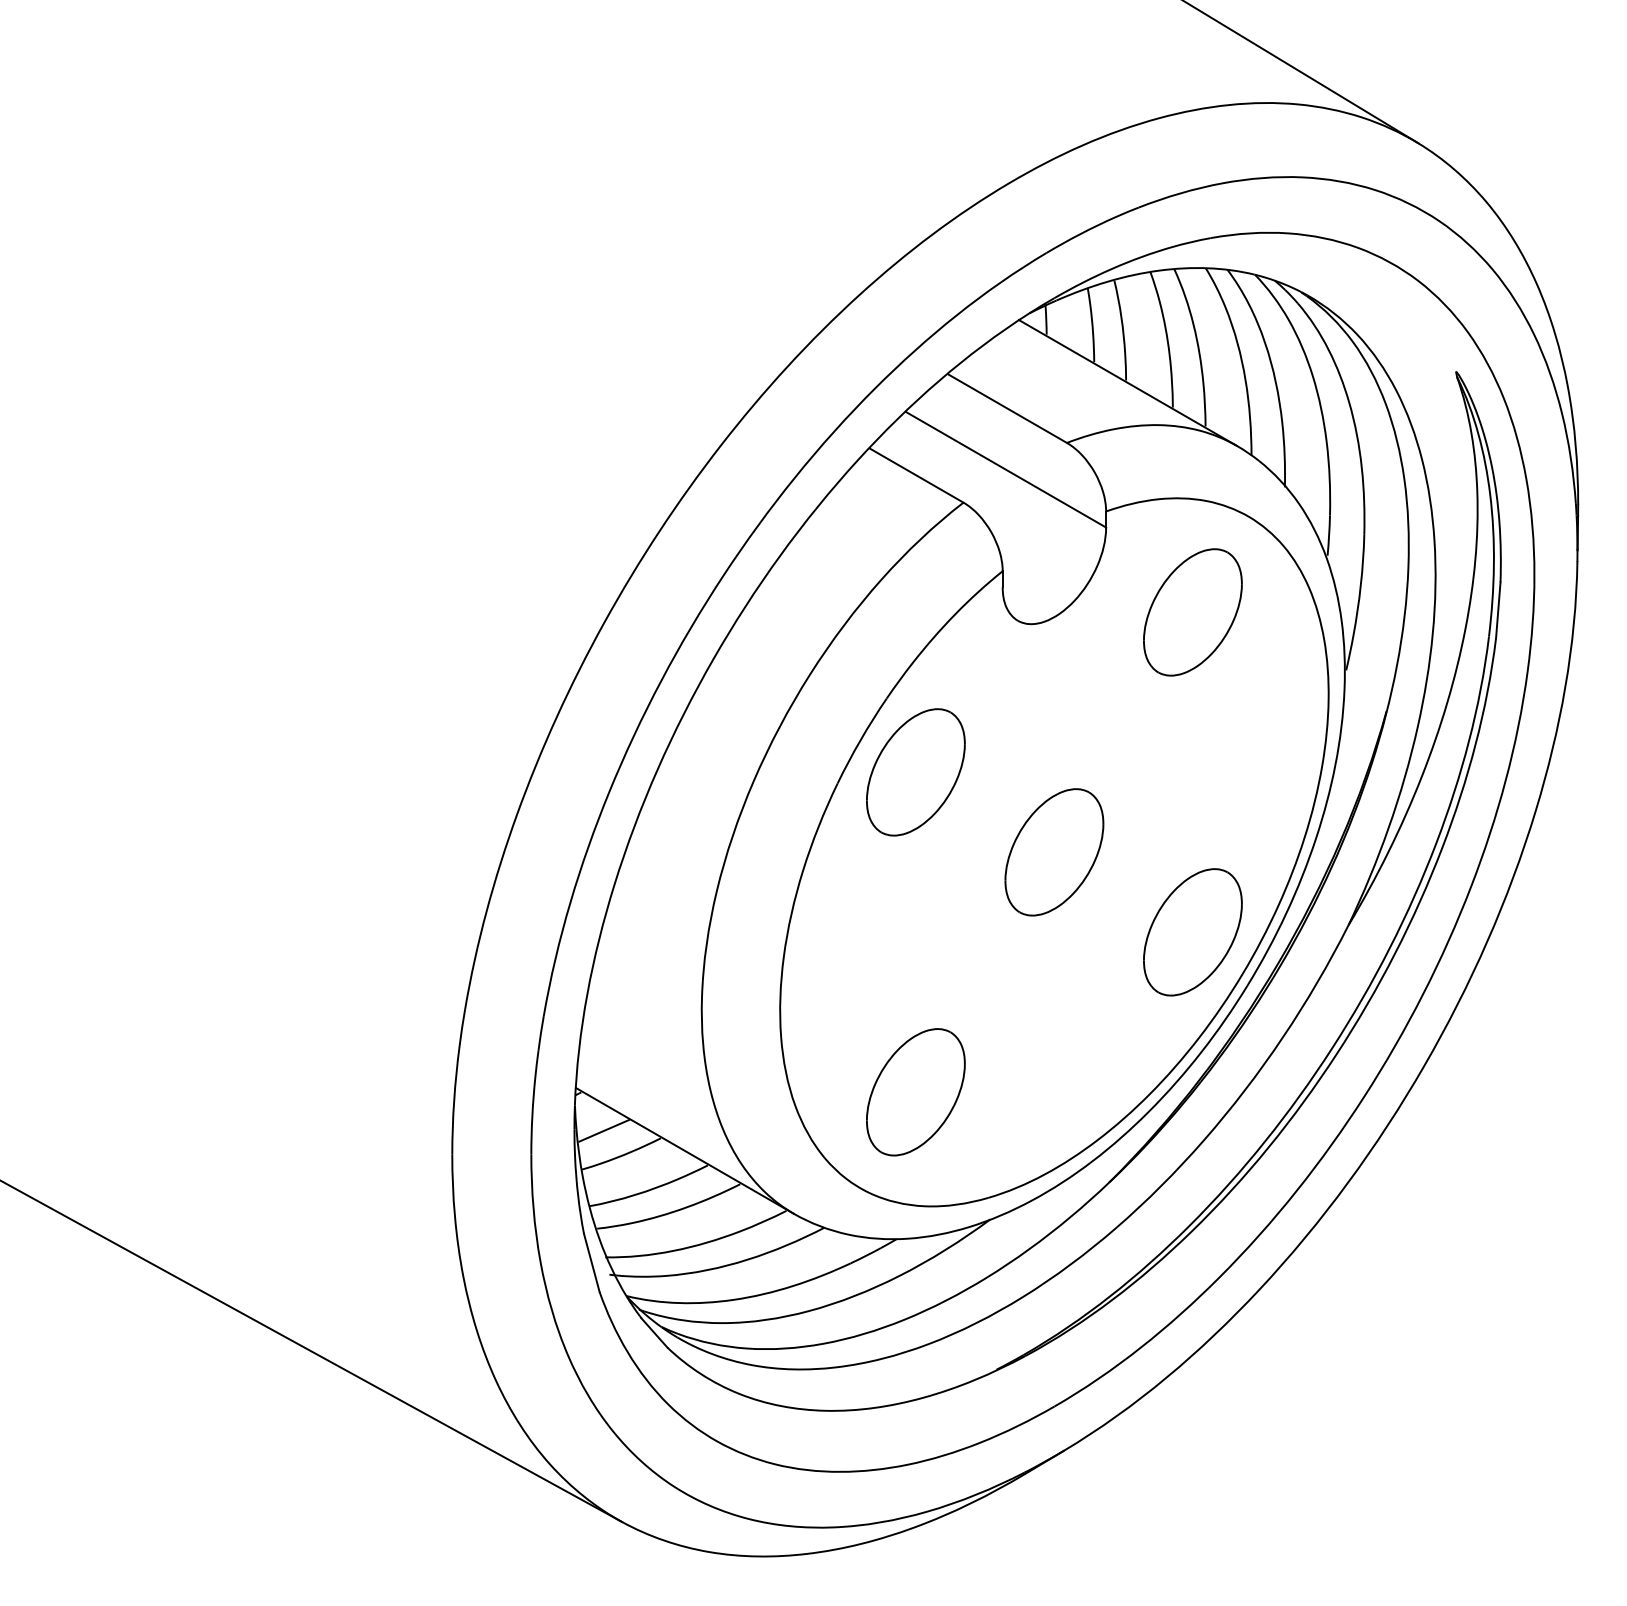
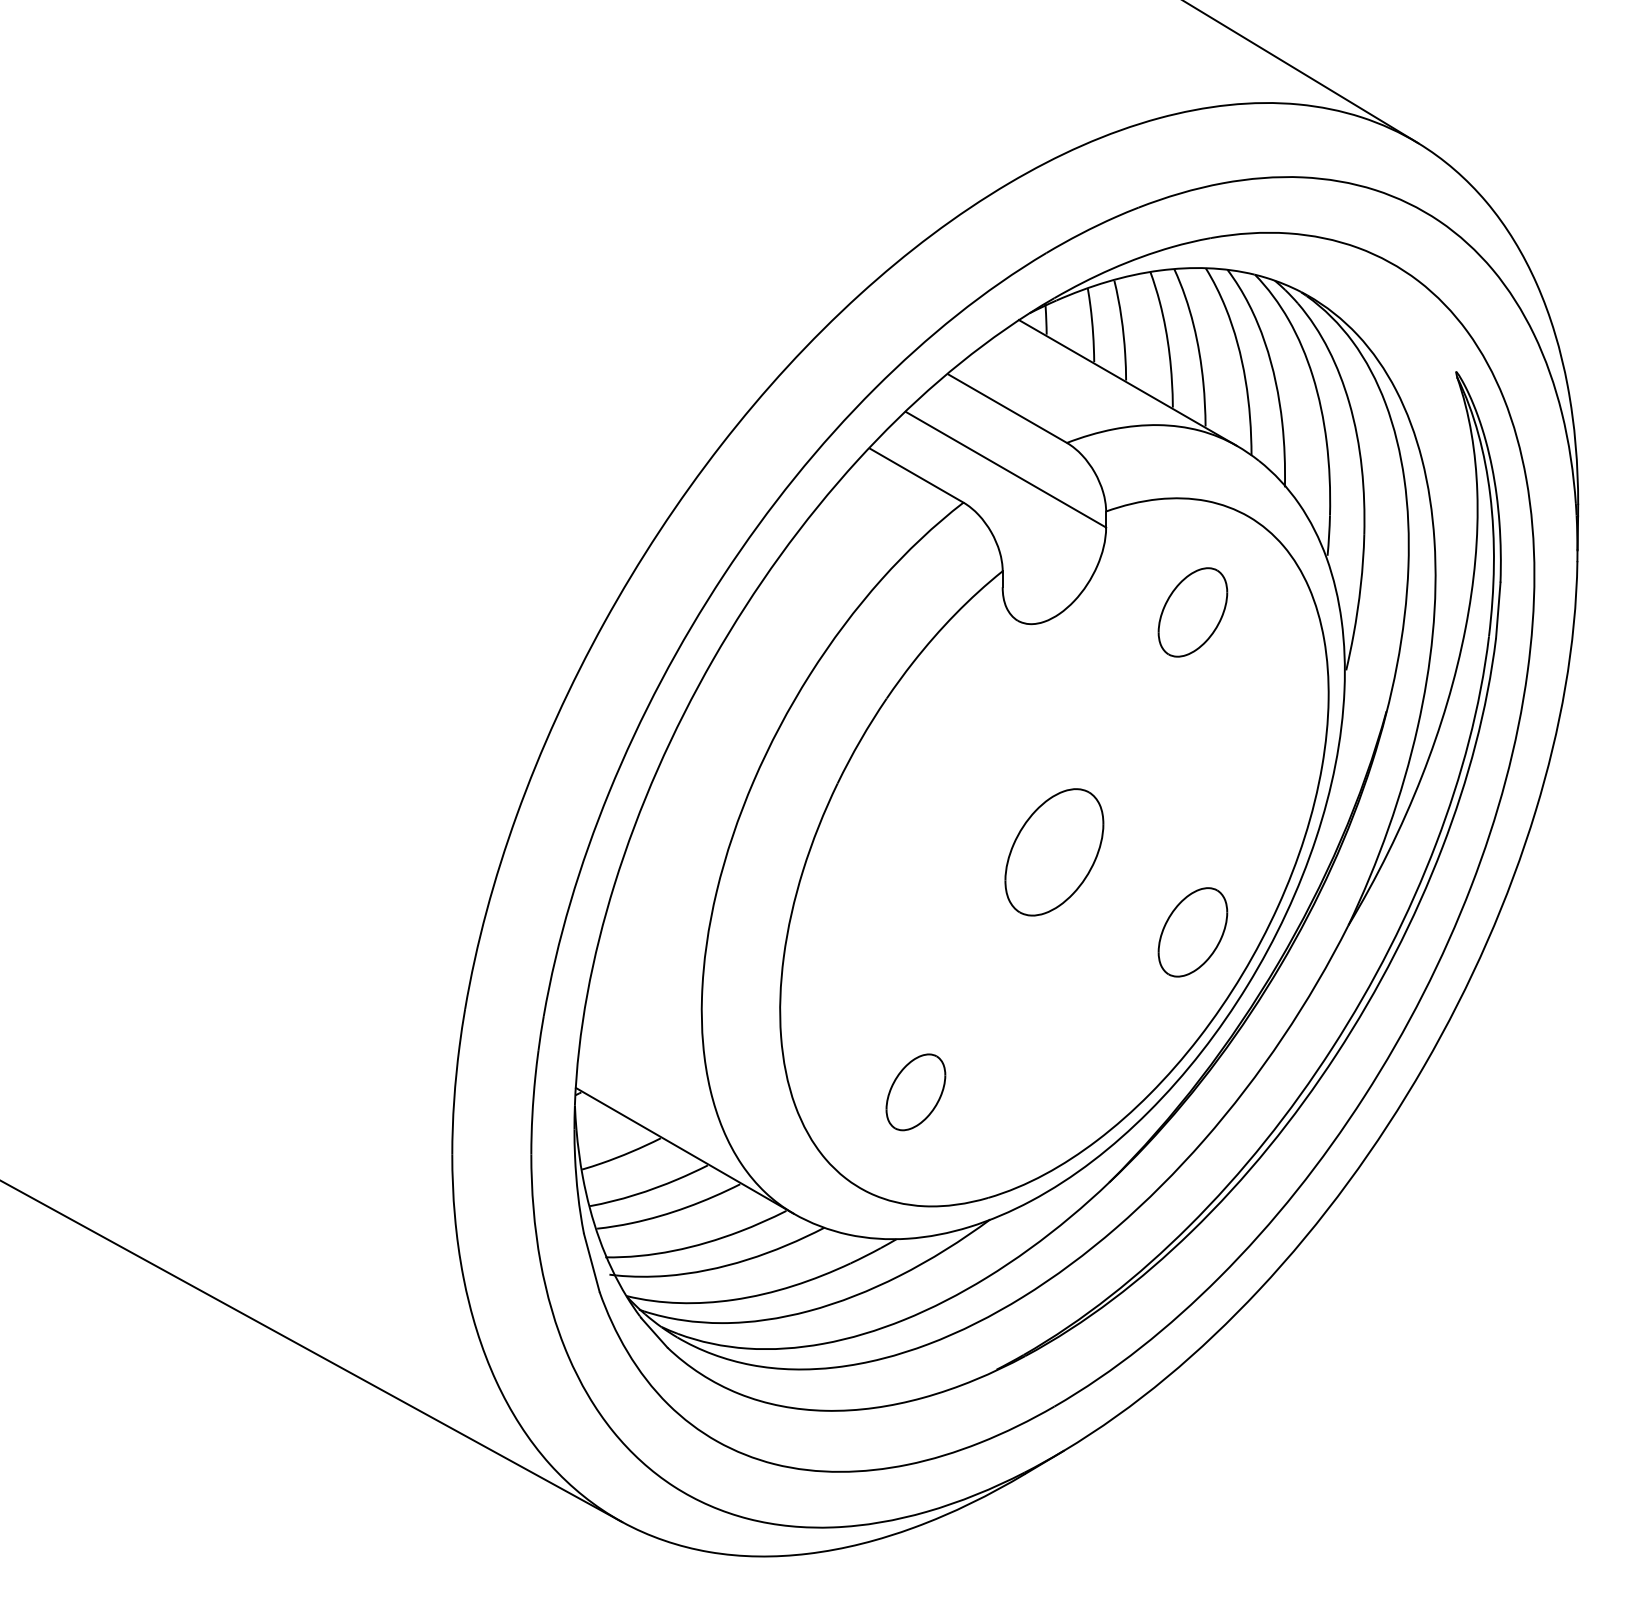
part at (1192, 612) size: 100x129 px -> 72x91 px
part at (915, 772): present -> none
part at (1192, 932) size: 100x129 px -> 72x91 px
part at (915, 1092) size: 100x129 px -> 62x79 px
line at (604, 1130): present -> none
